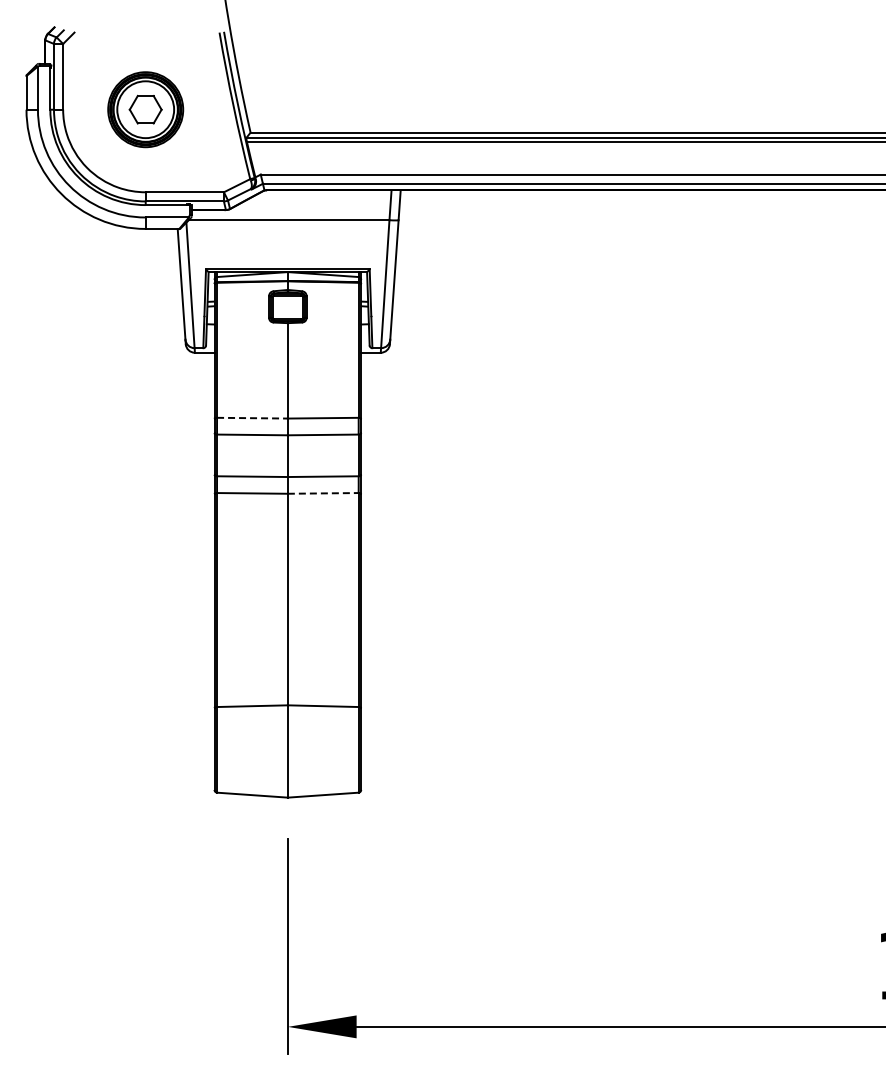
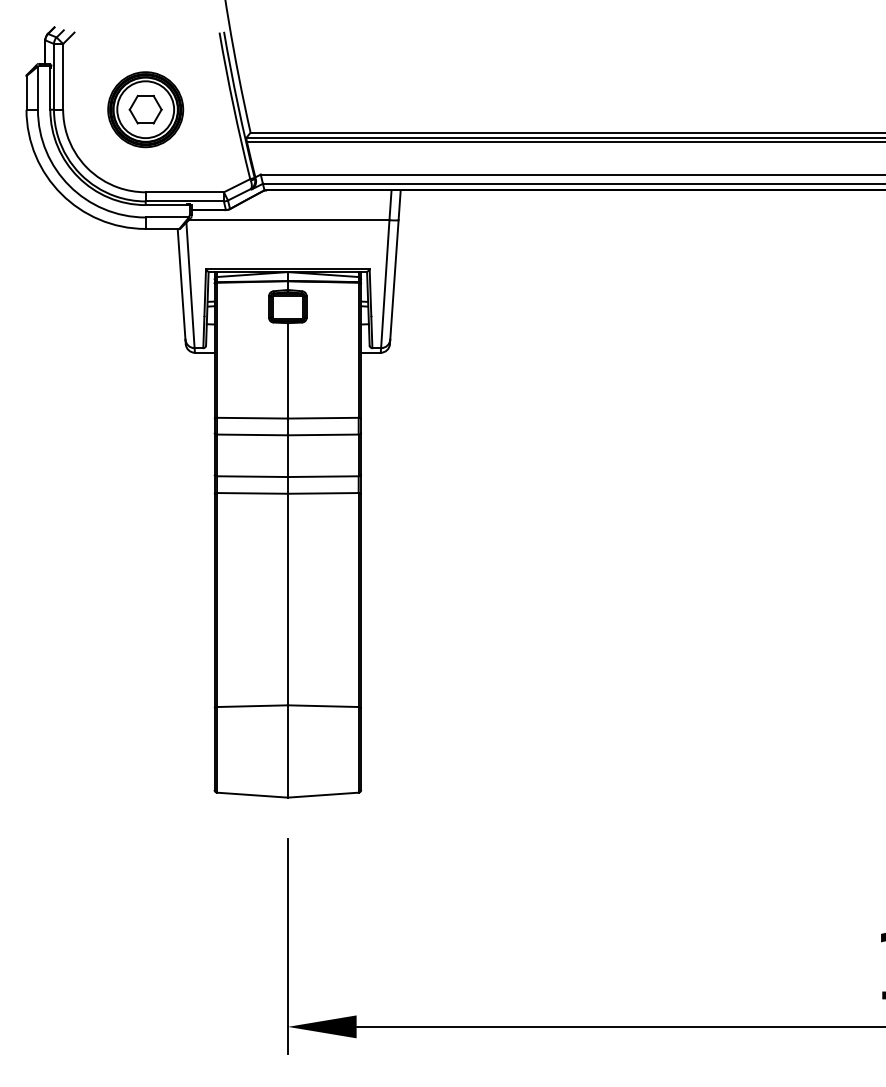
line at (252, 418): dashed -> solid
line at (323, 493): dashed -> solid
